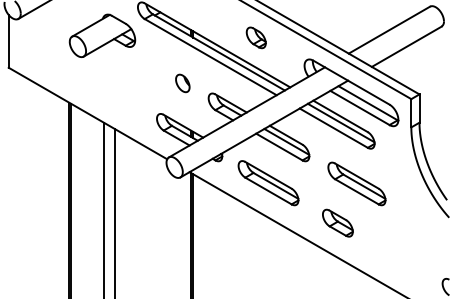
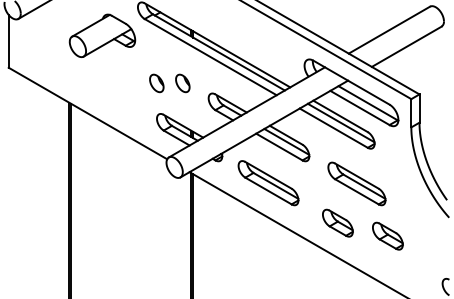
part at (255, 37): present -> none
part at (156, 83): none -> present
line at (103, 208): present -> none
line at (114, 212): present -> none
part at (387, 235): none -> present
